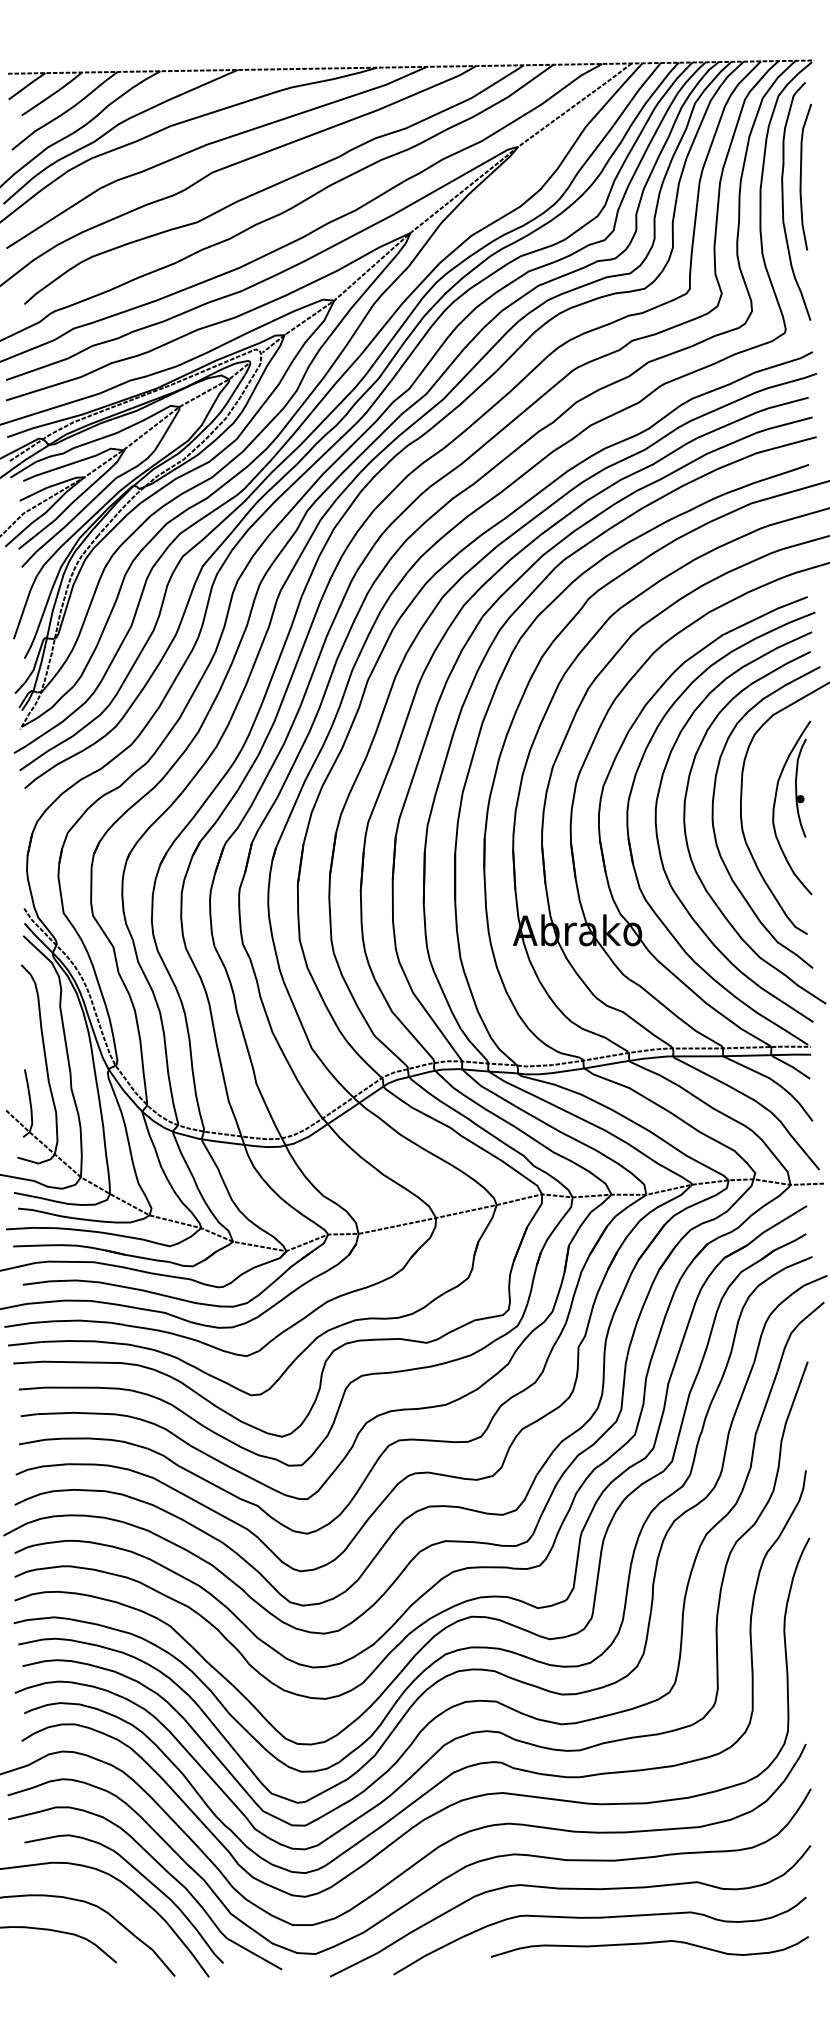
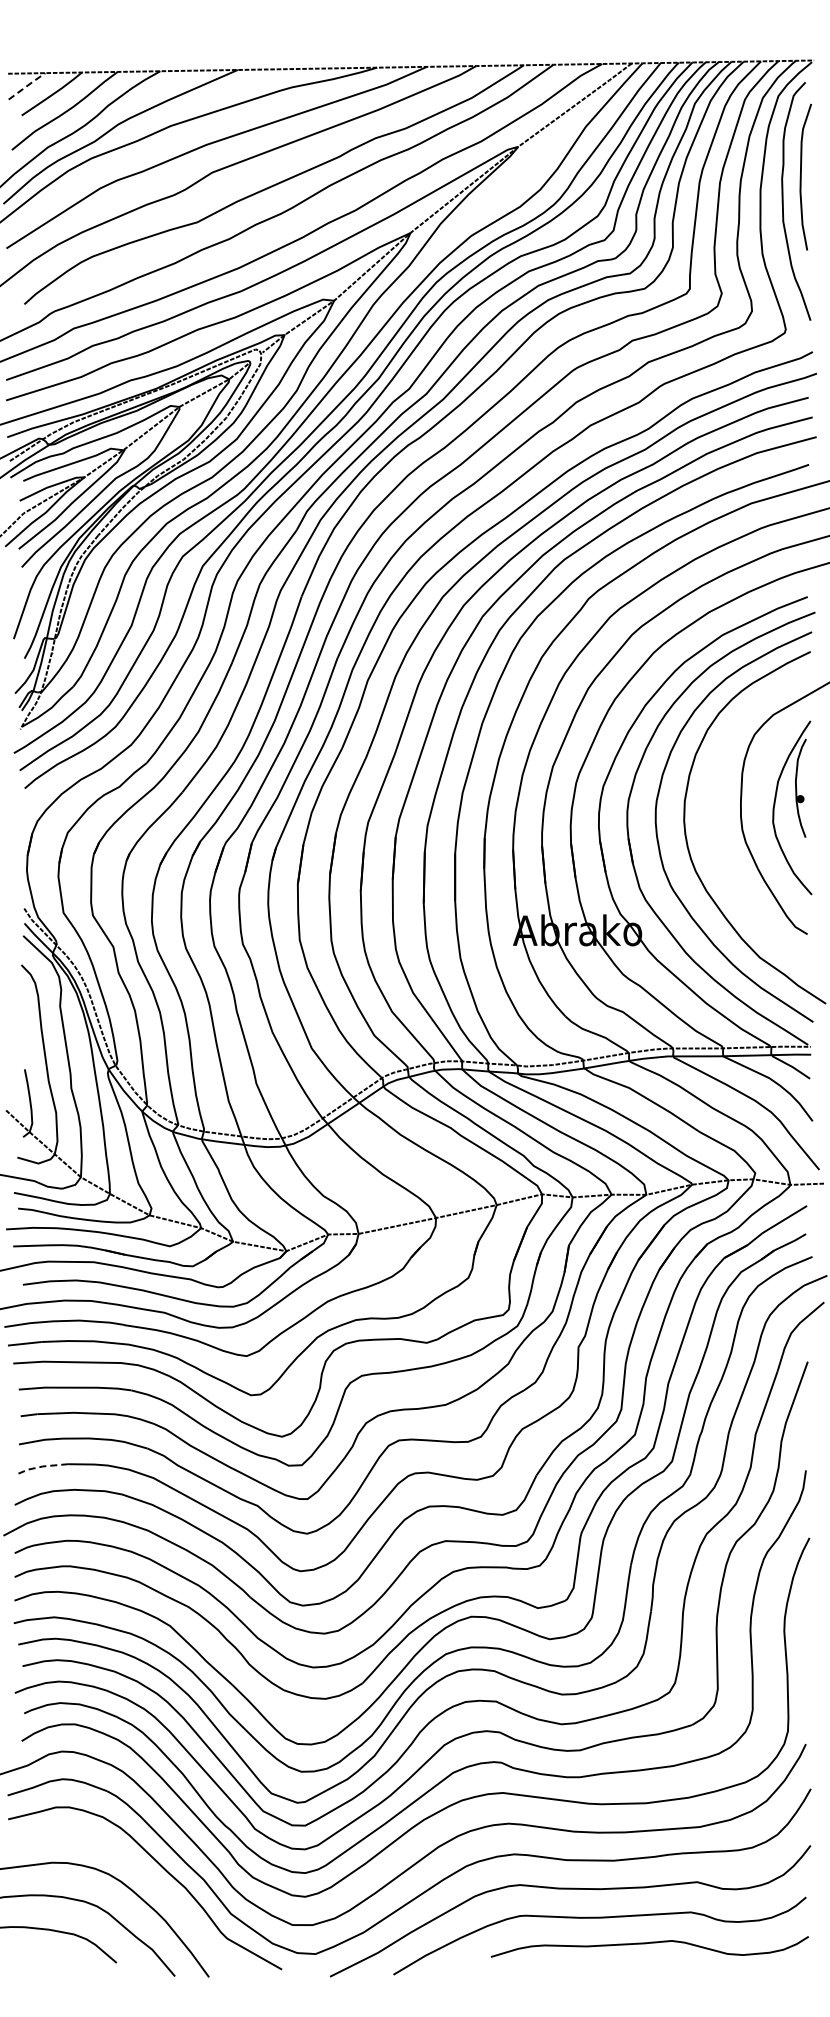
line at (27, 85): solid -> dashed
curve at (714, 826): present -> none
line at (40, 1466): solid -> dashed
curve at (143, 1877): present -> none
